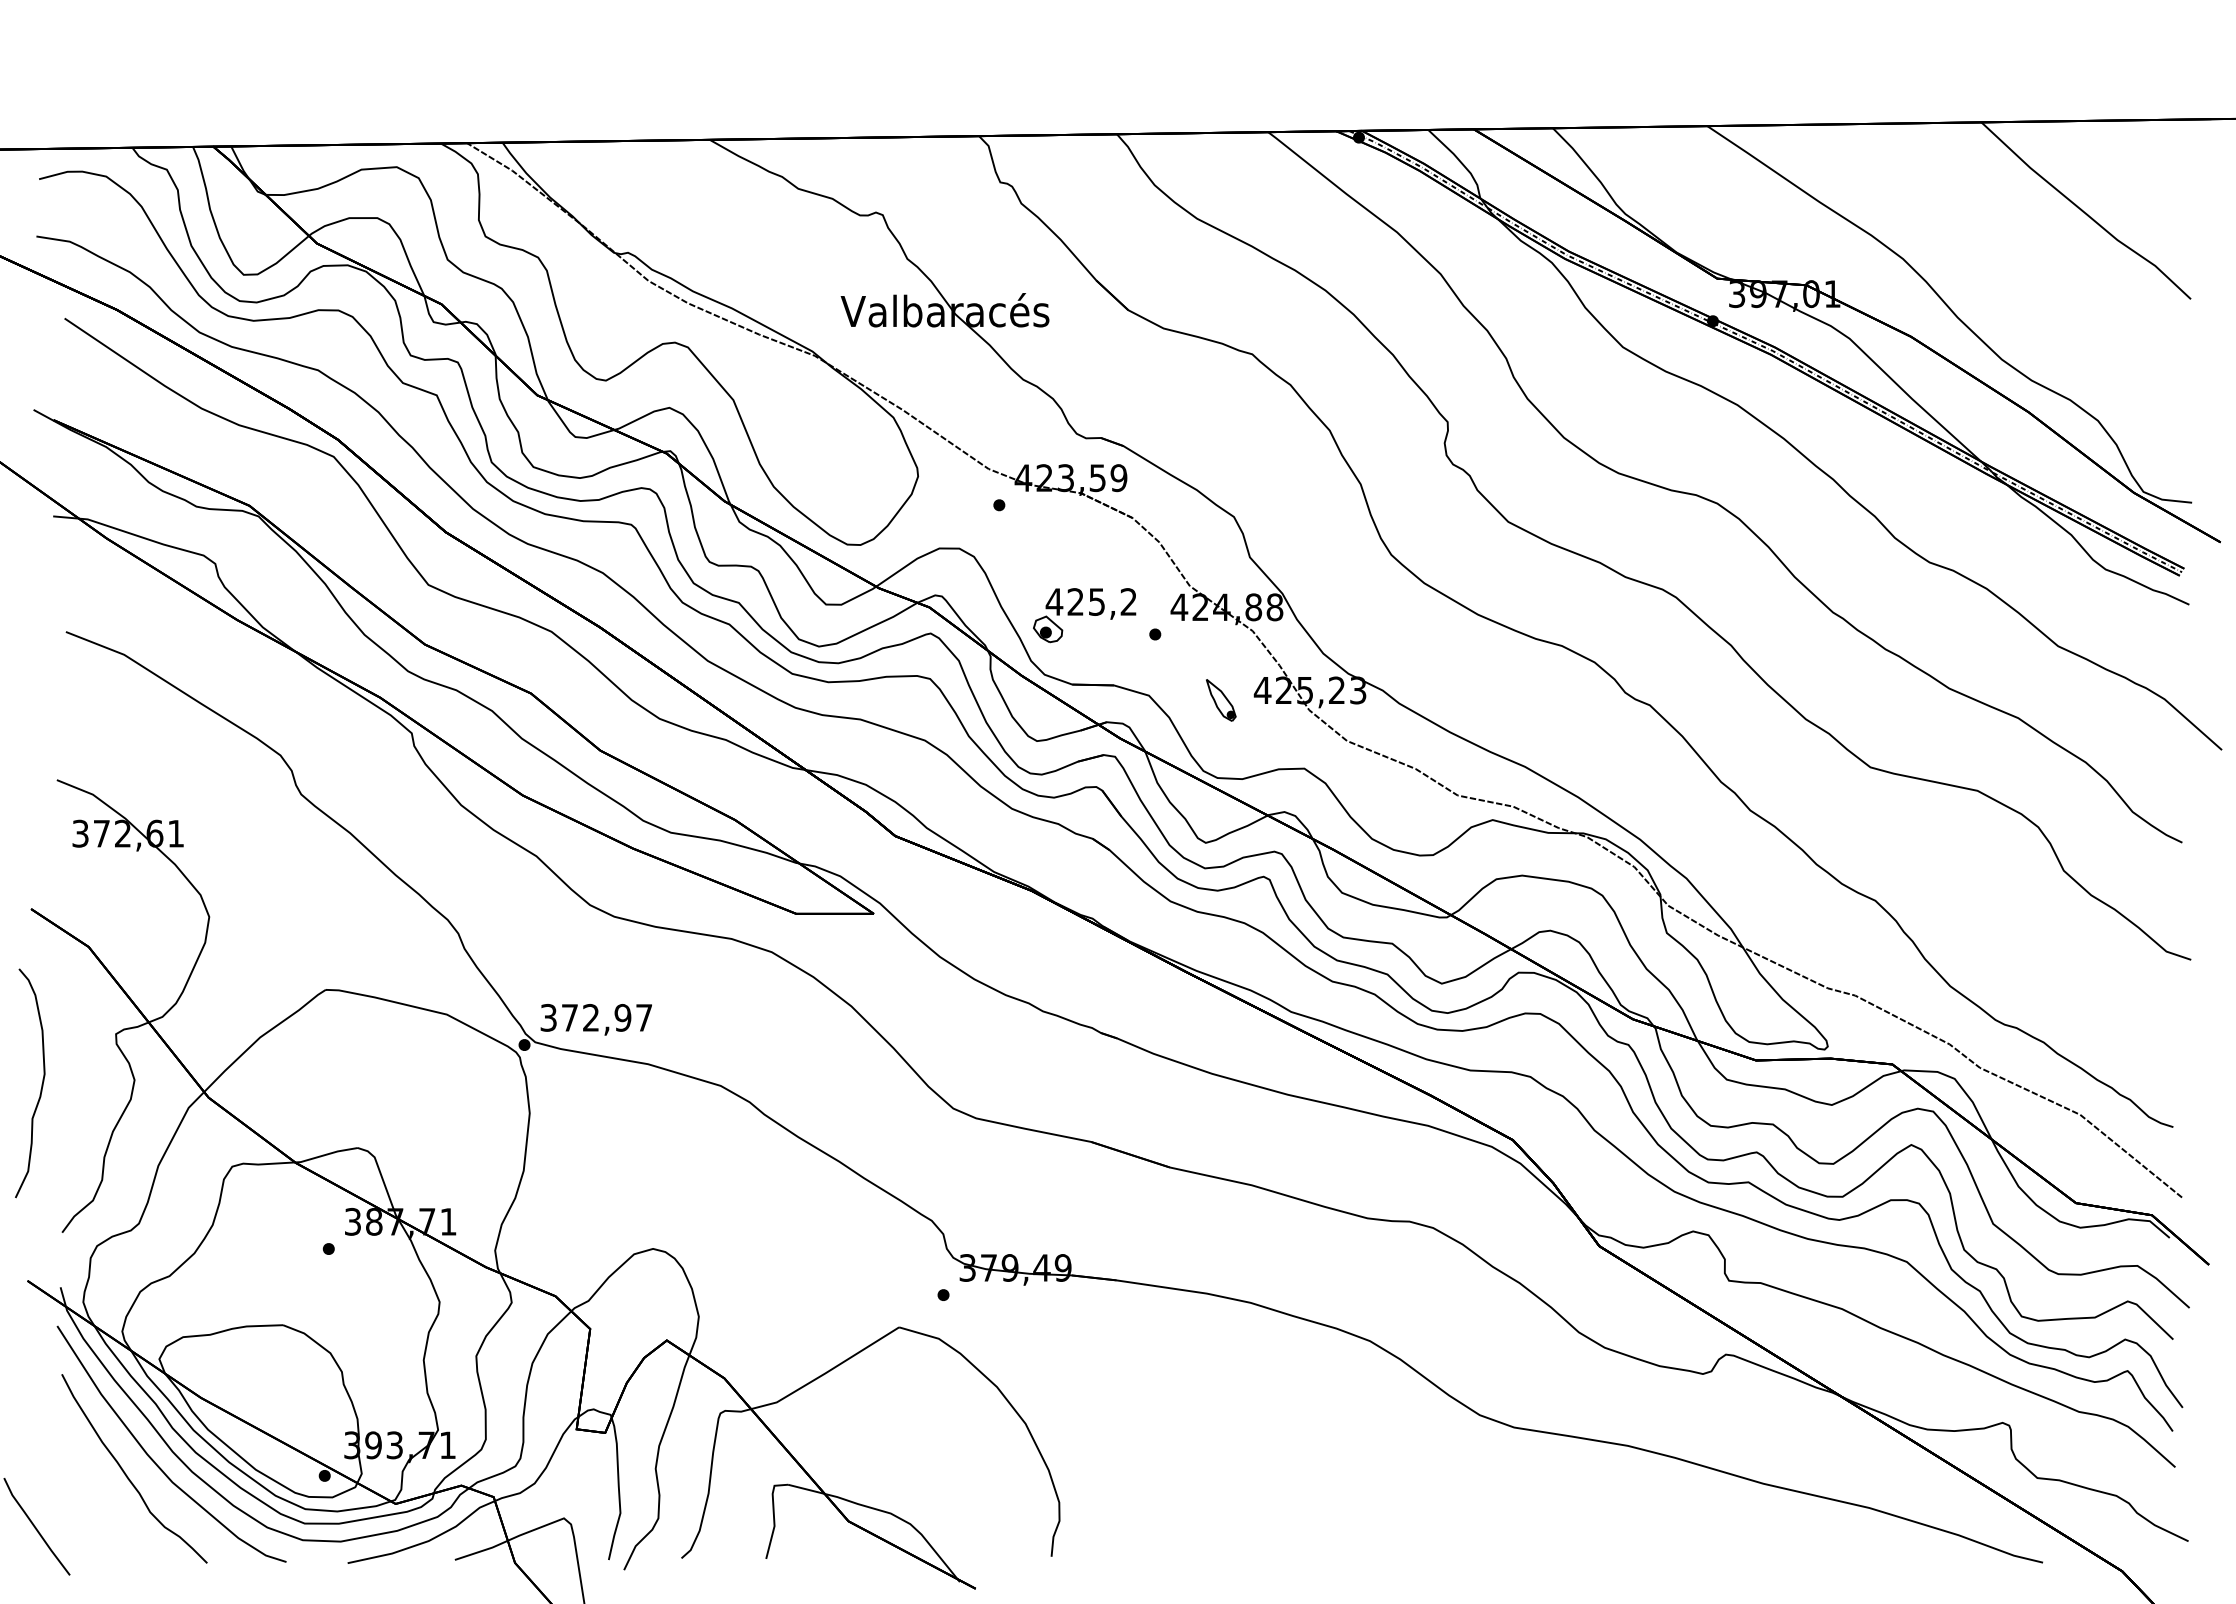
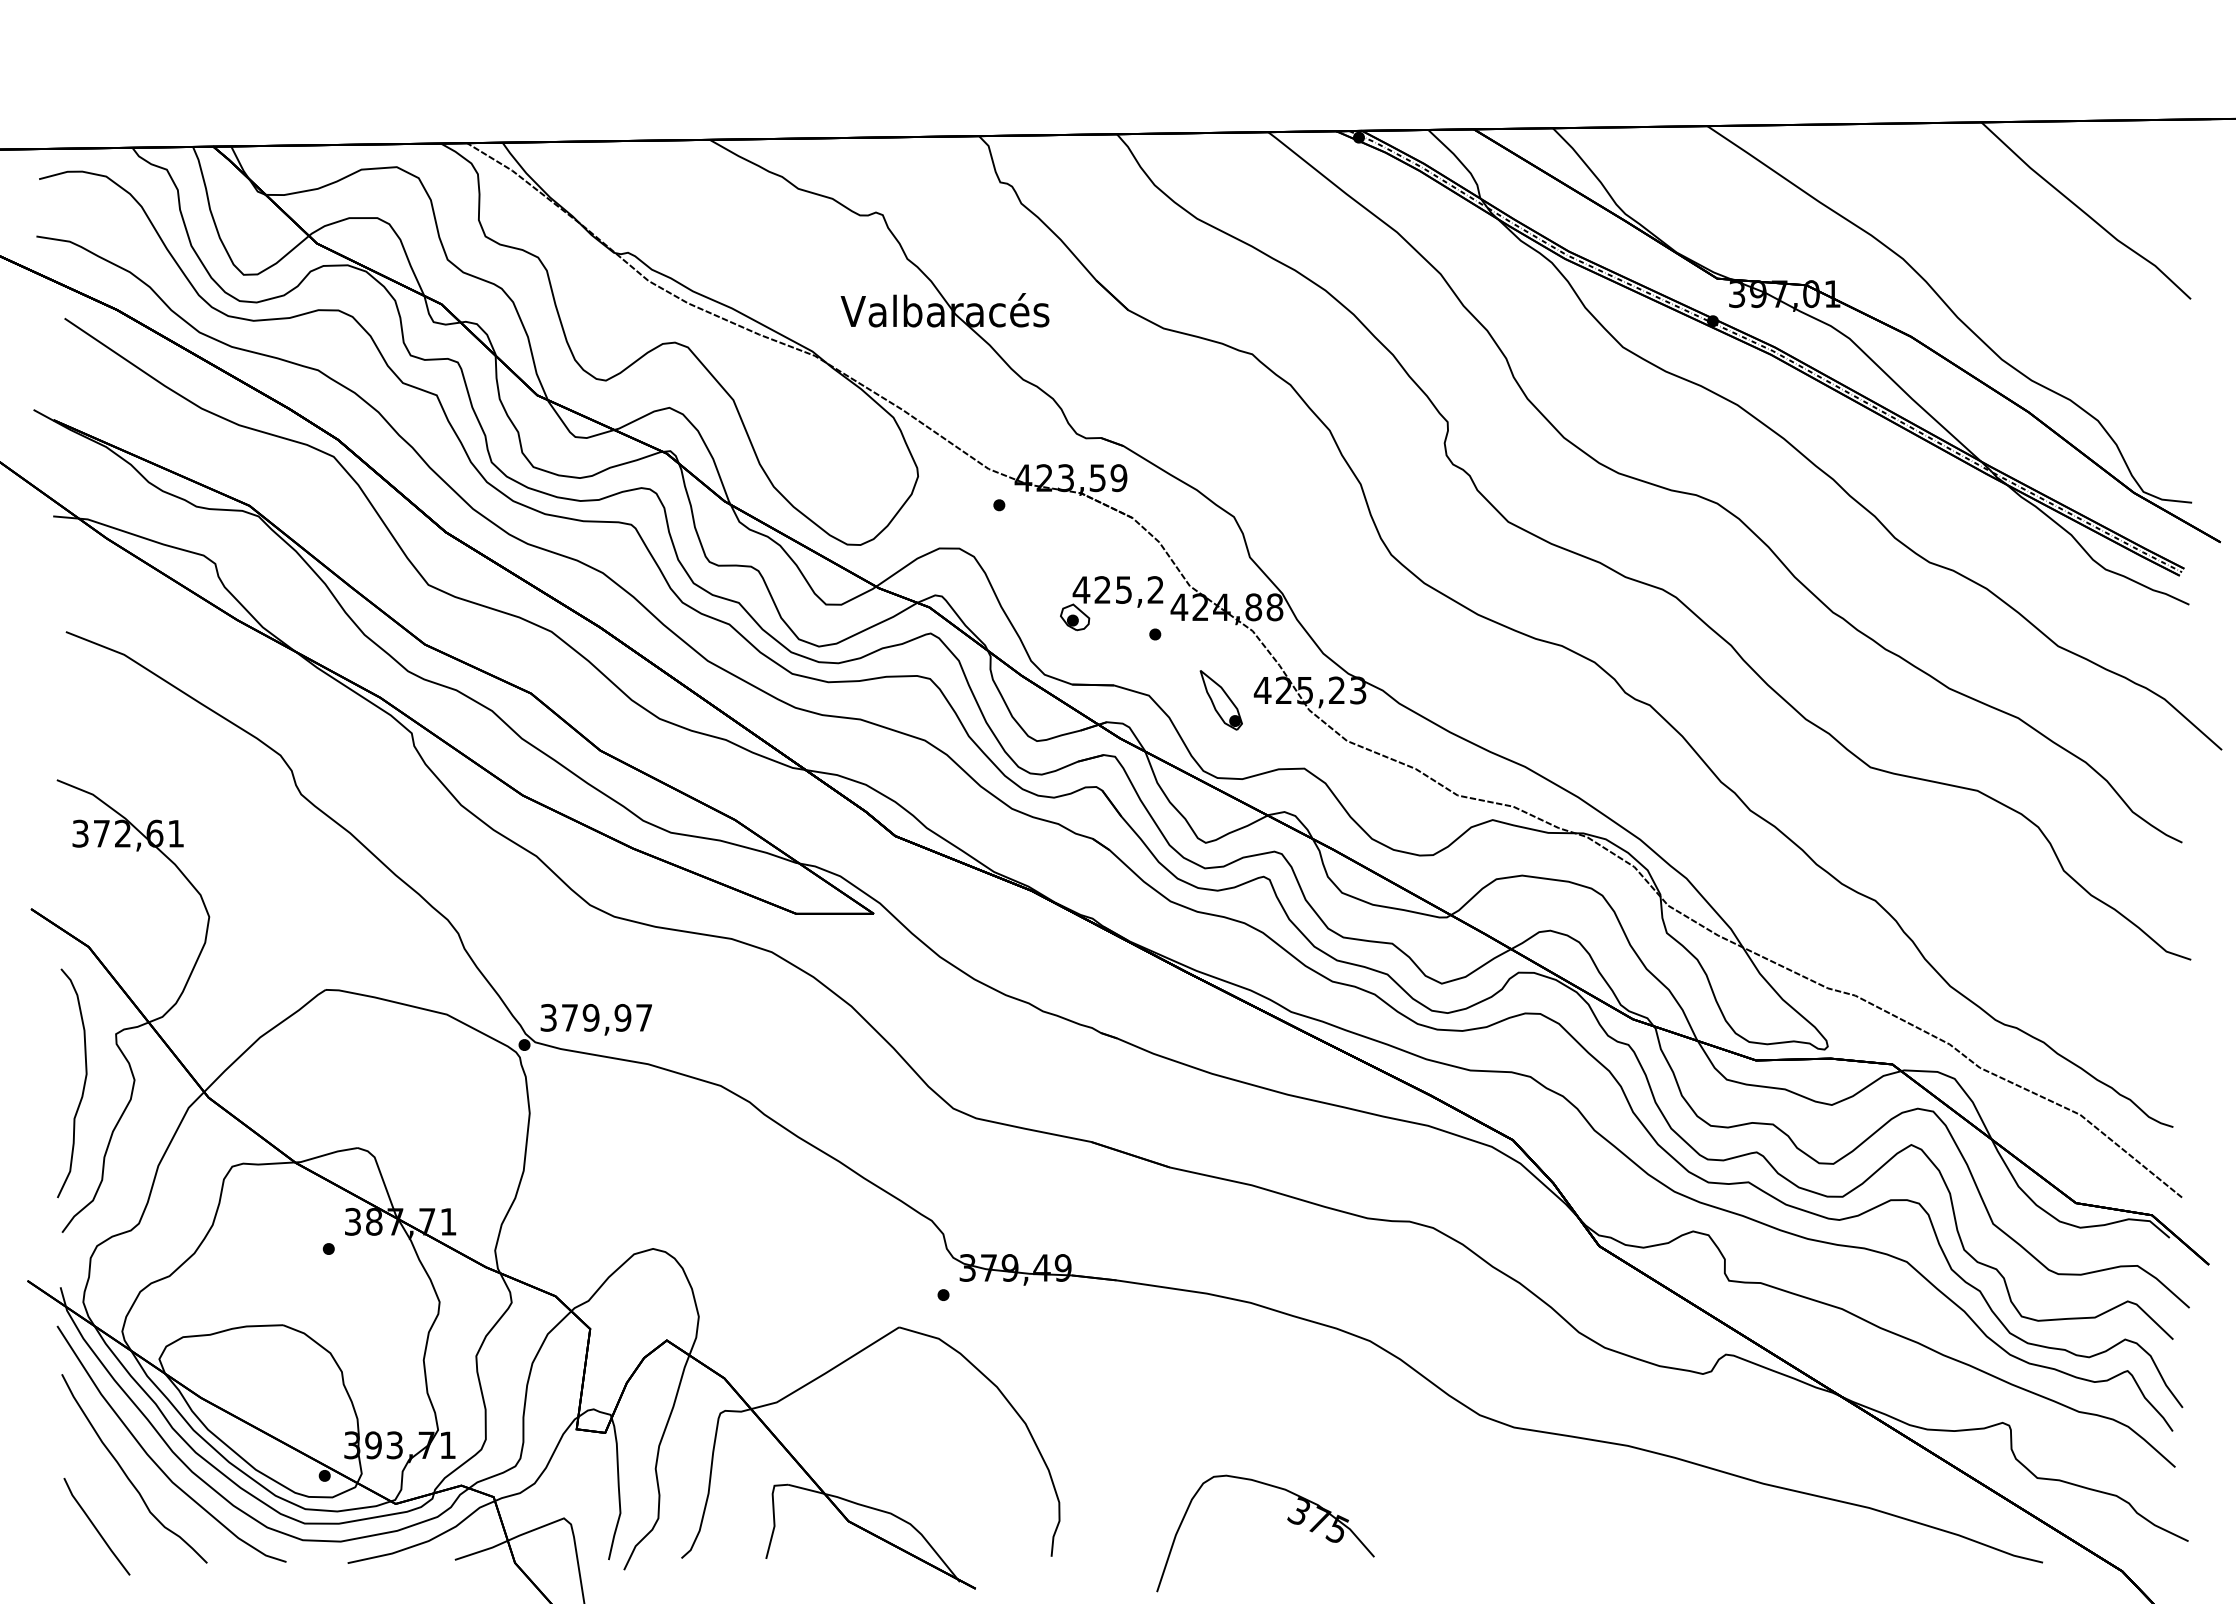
part at (1084, 615) position: (1084, 615) -> (1111, 603)
part at (1221, 700) size: 31x43 px -> 44x61 px
text at (590, 1017): 372,97 -> 379,97
curve at (41, 1084) position: (41, 1084) -> (83, 1084)
part at (1287, 1520): none -> present
line at (35, 1526) position: (35, 1526) -> (95, 1526)
